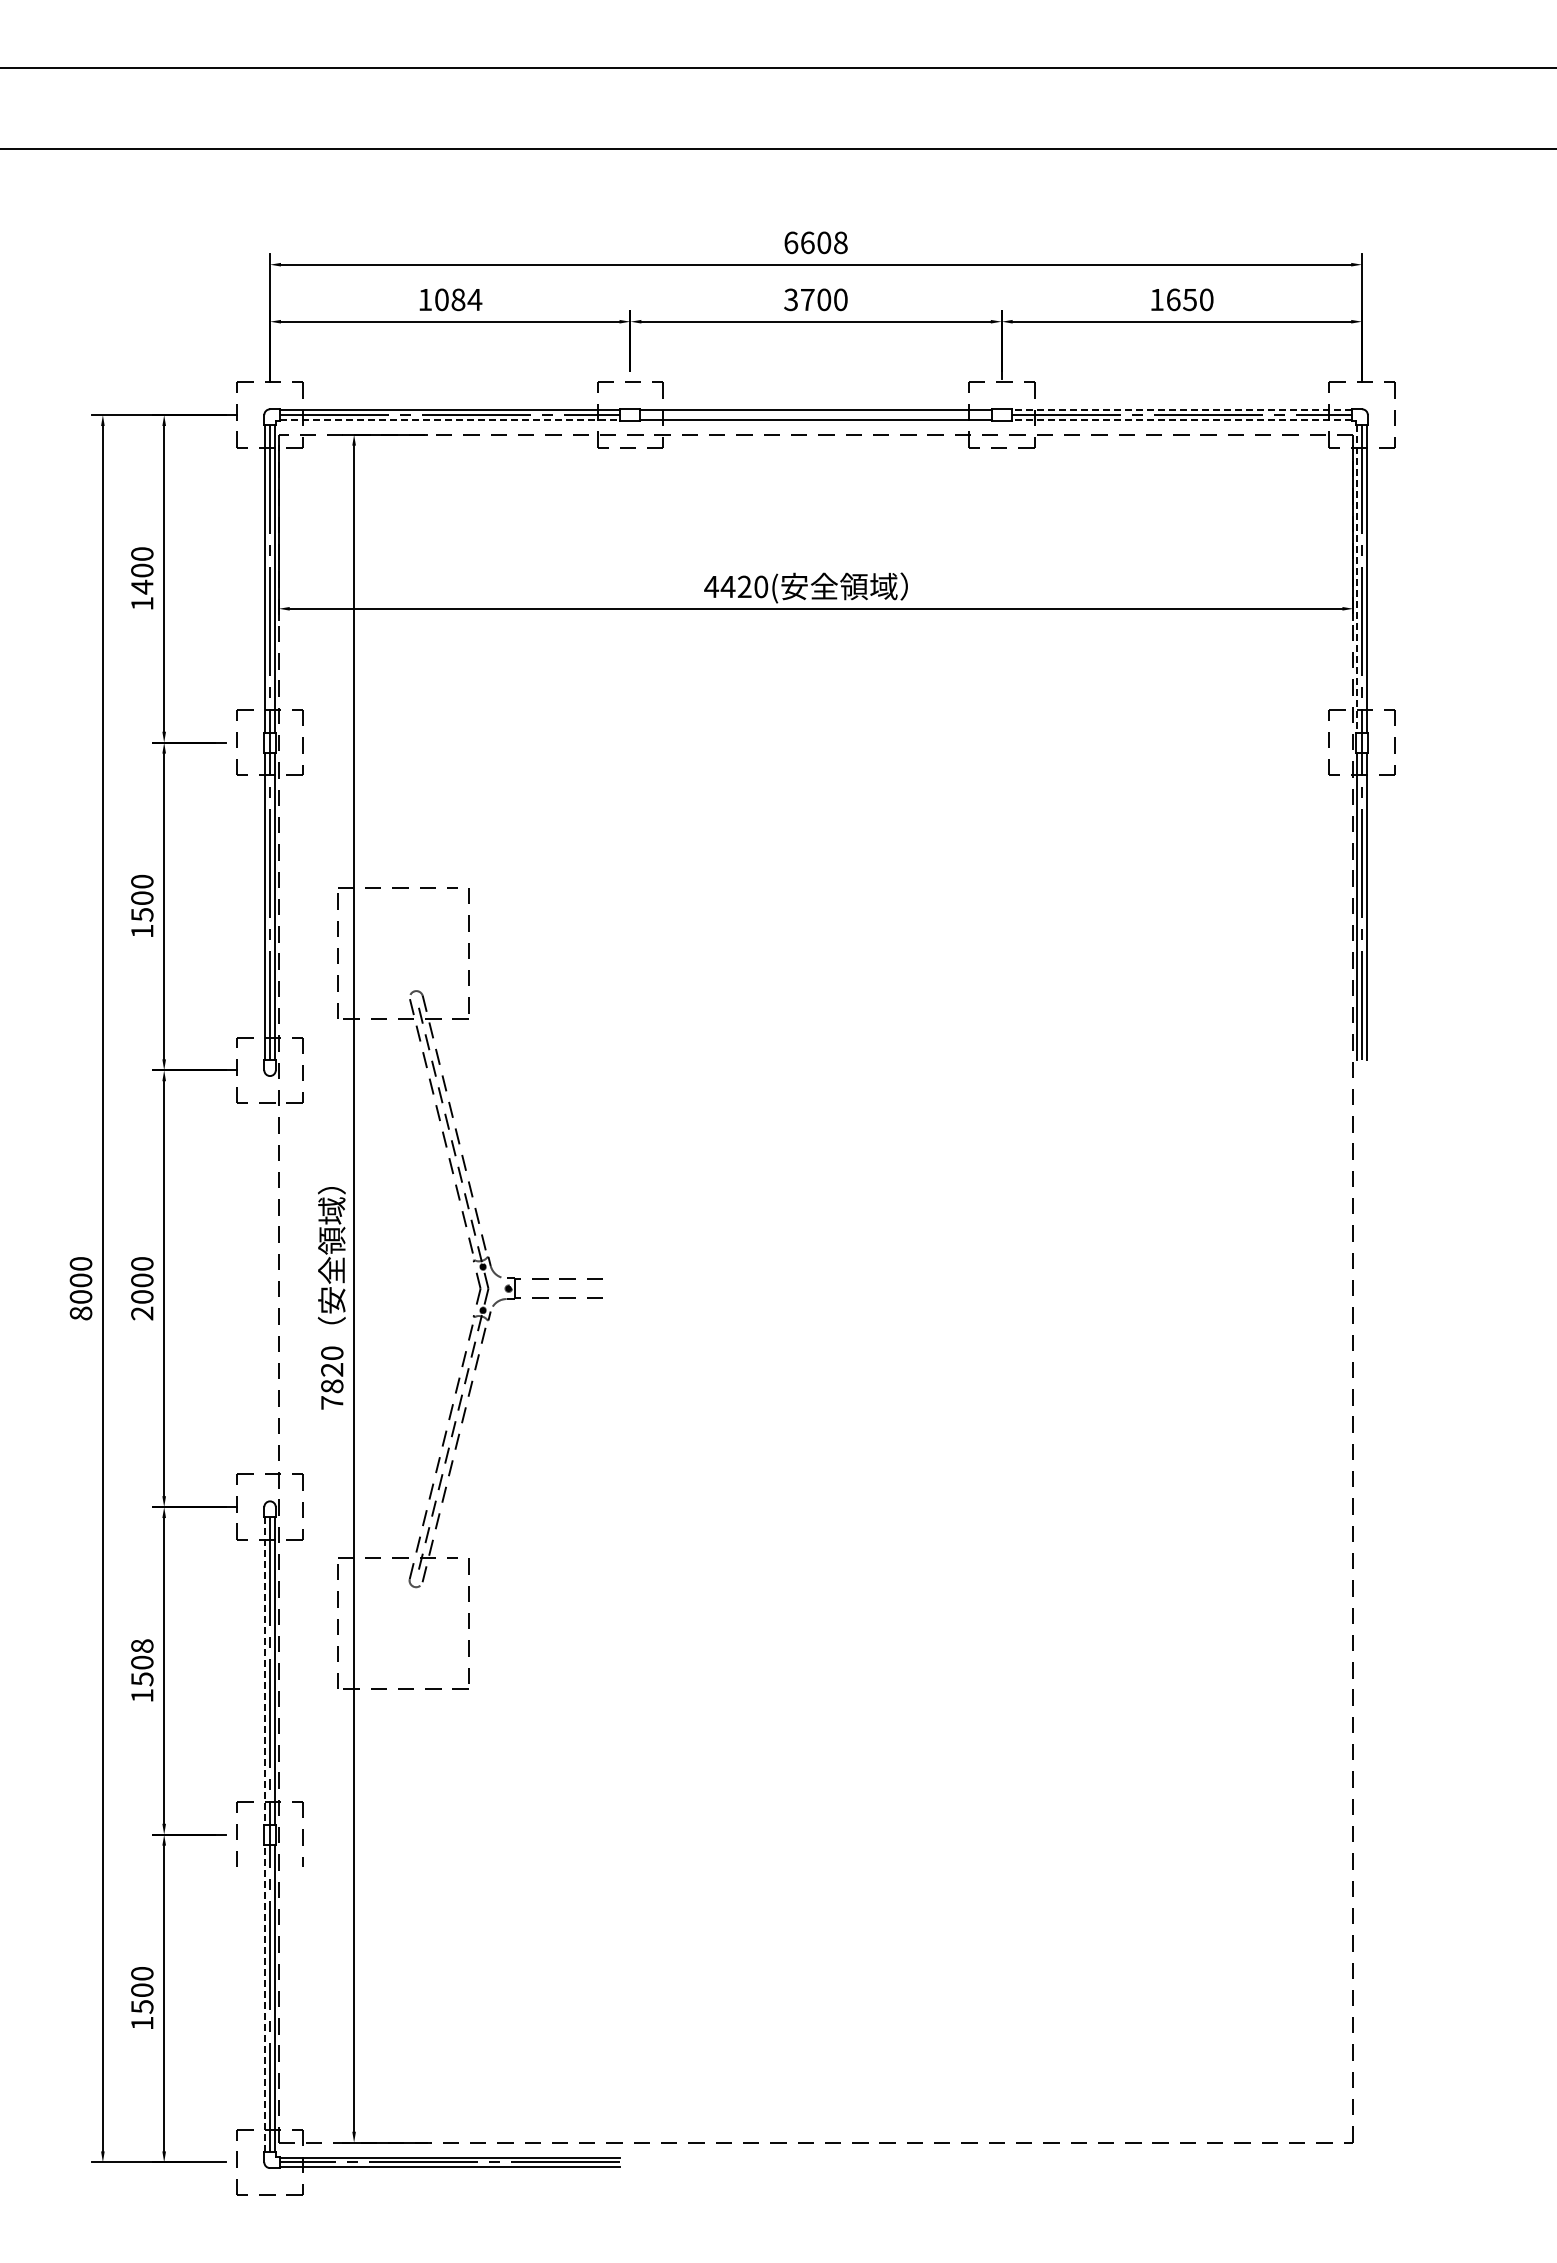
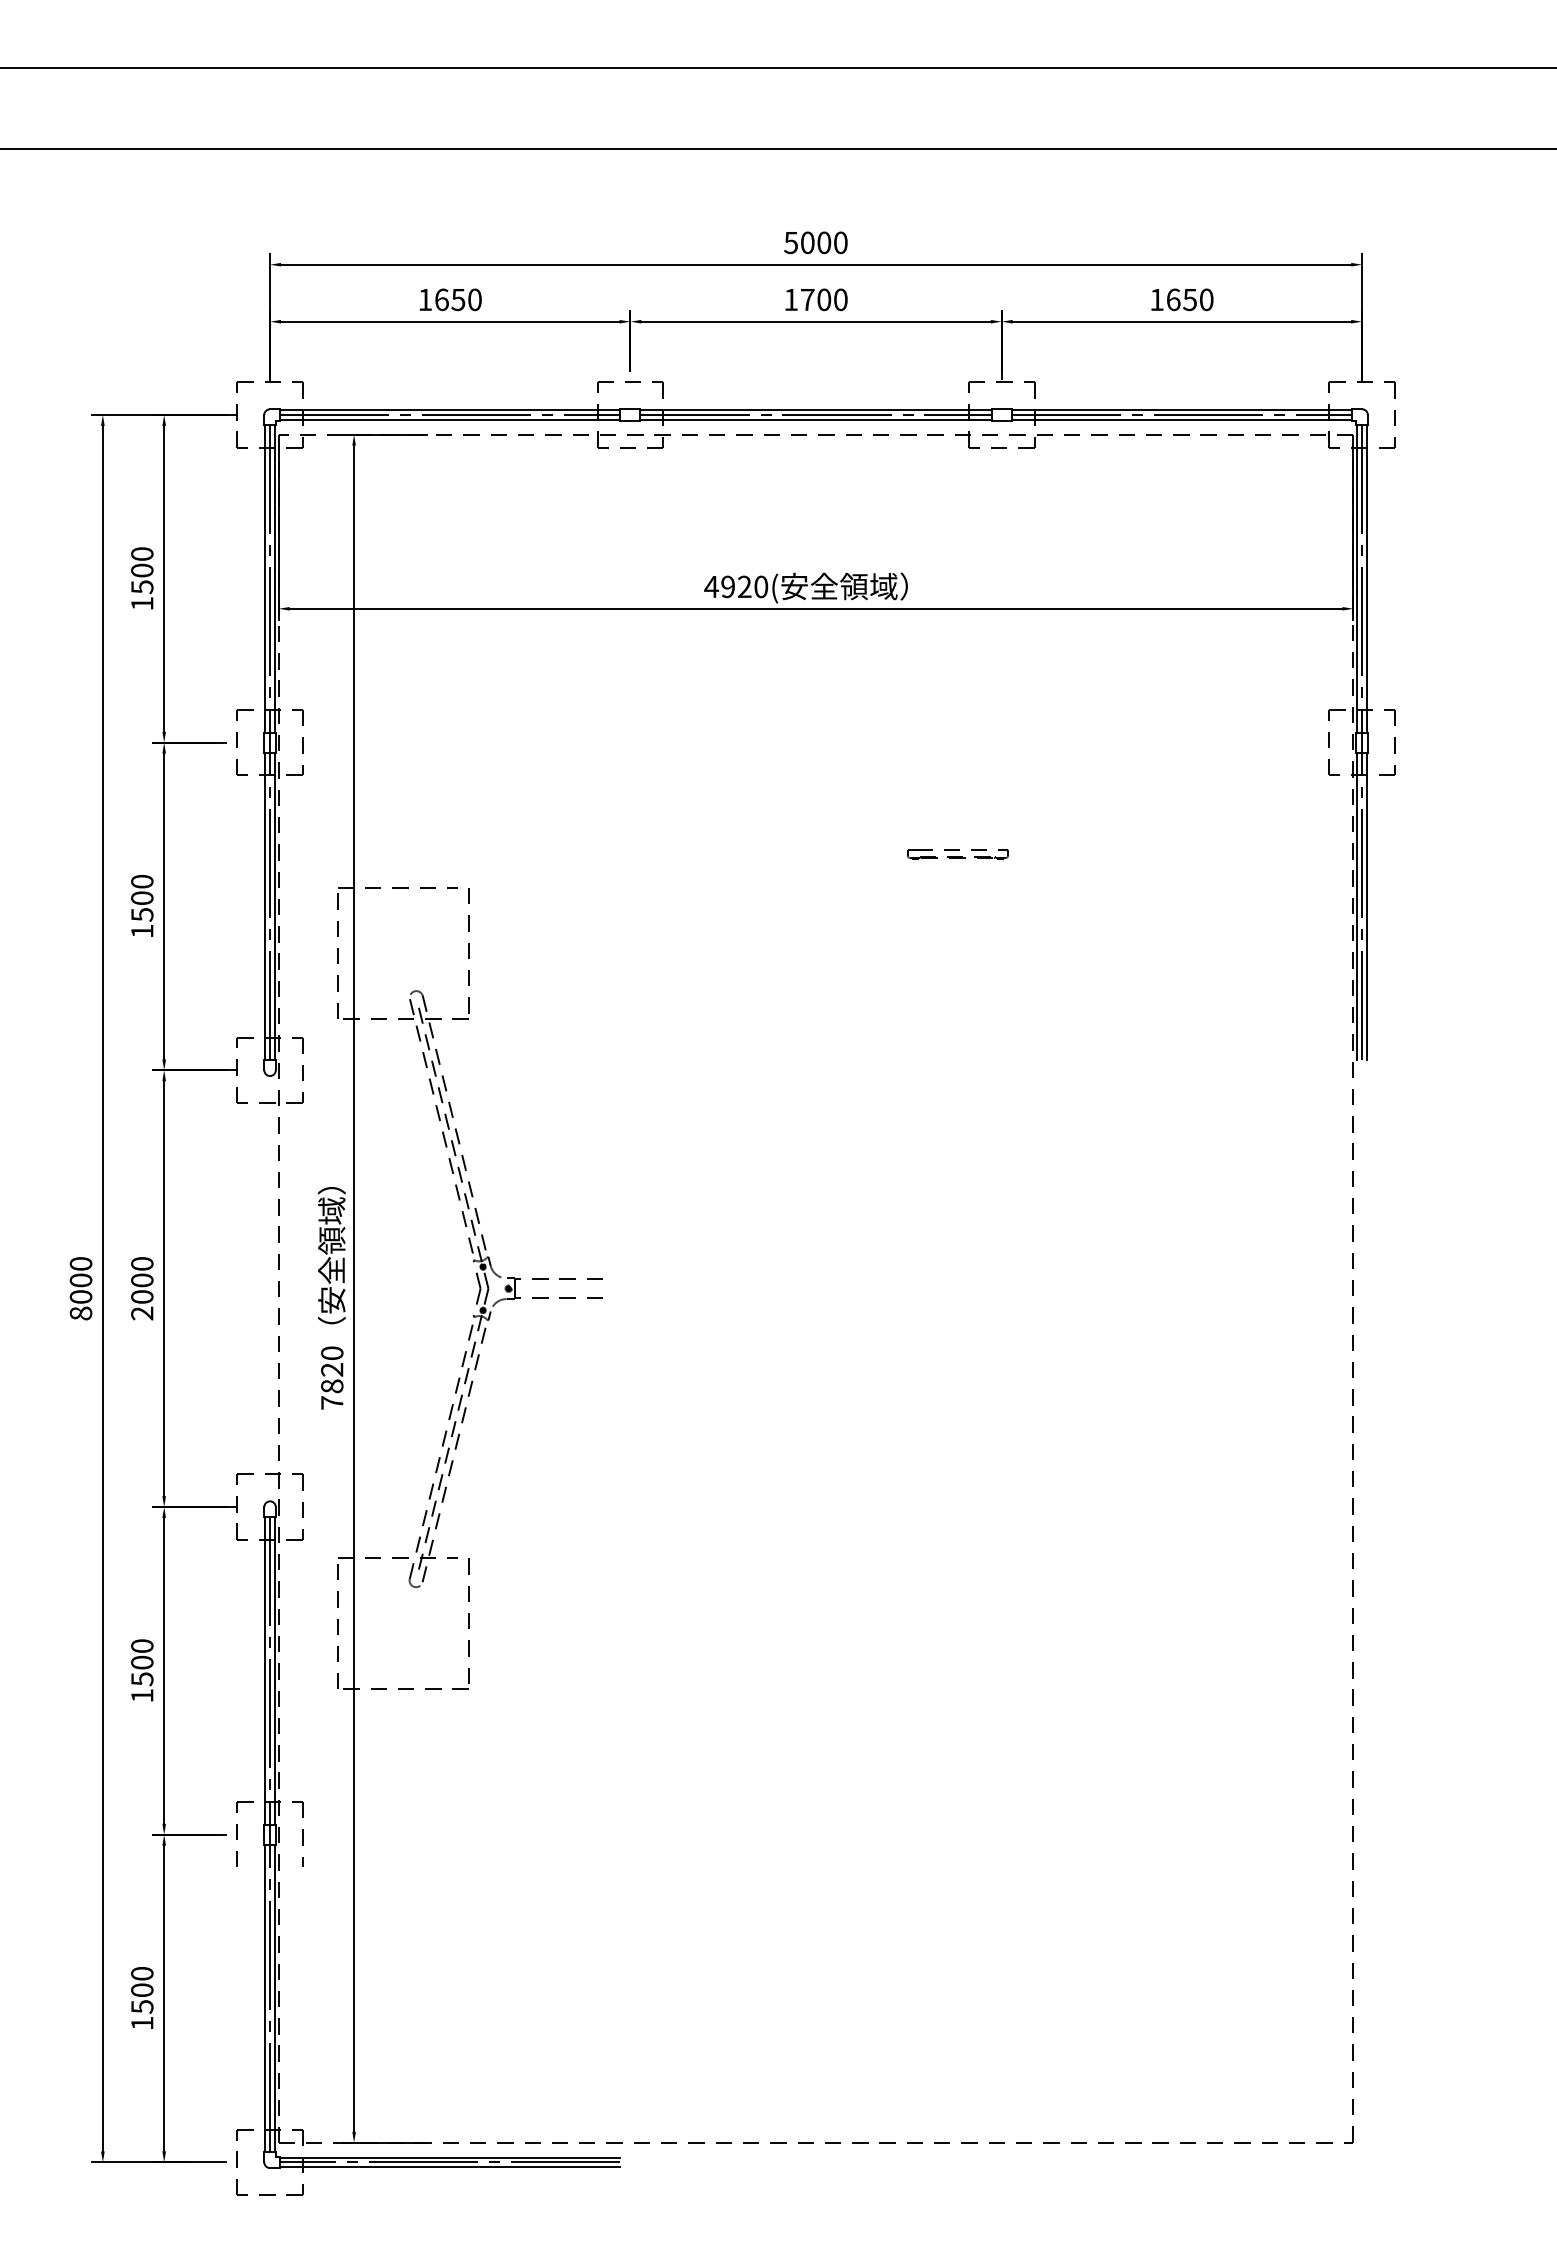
text at (815, 242): 6608 -> 5000
text at (458, 299): 1084 -> 1650
text at (790, 299): 3700 -> 1700
line at (1181, 410): dashed -> solid
line at (815, 415): none -> present
line at (450, 419): dashed -> solid
line at (1181, 419): dashed -> solid
line at (1357, 578): dashed -> solid
text at (142, 586): 1400 -> 1500
text at (727, 586): 4420( -> 4920(
part at (957, 854): none -> present
text at (142, 1645): 1508 -> 1500
line at (265, 1670): dashed -> solid
line at (265, 1998): dashed -> solid
